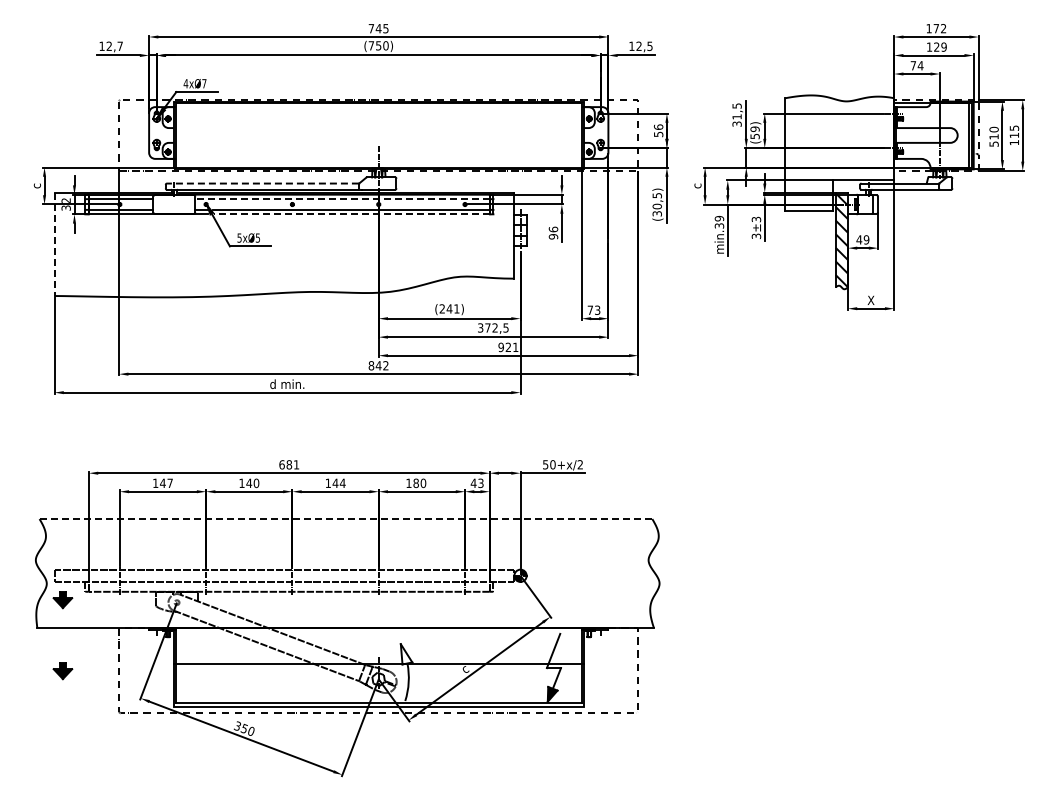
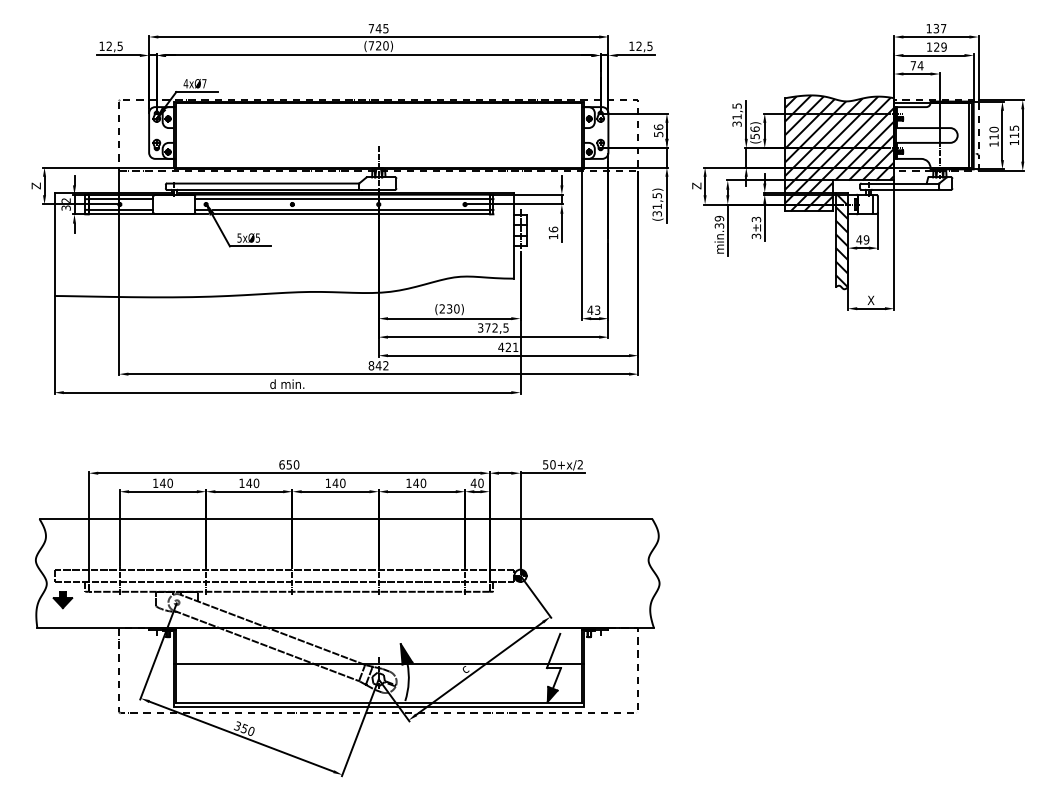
text at (939, 28): 172 -> 137
text at (378, 45): (750) -> (720)
text at (119, 46): 12,7 -> 12,5
text at (754, 129): (59) -> (56)
text at (993, 143): 510 -> 110
hatch at (839, 153): none -> present
line at (262, 183): dashed -> solid
text at (35, 185): c -> Z
text at (696, 185): c -> Z
line at (342, 199): dashed -> solid
text at (656, 206): (30,5) -> (31,5)
line at (352, 214): dashed -> solid
text at (553, 236): 96 -> 16
line at (54, 244): dashed -> solid
text at (452, 308): (241) -> (230)
text at (590, 309): 73 -> 43
text at (501, 347): 921 -> 421
text at (292, 464): 681 -> 650
text at (480, 482): 43 -> 40
text at (169, 483): 147 -> 140
text at (342, 483): 144 -> 140
text at (416, 483): 180 -> 140
line at (346, 519): dashed -> solid
fill at (406, 654): none -> present
part at (62, 671): present -> none
